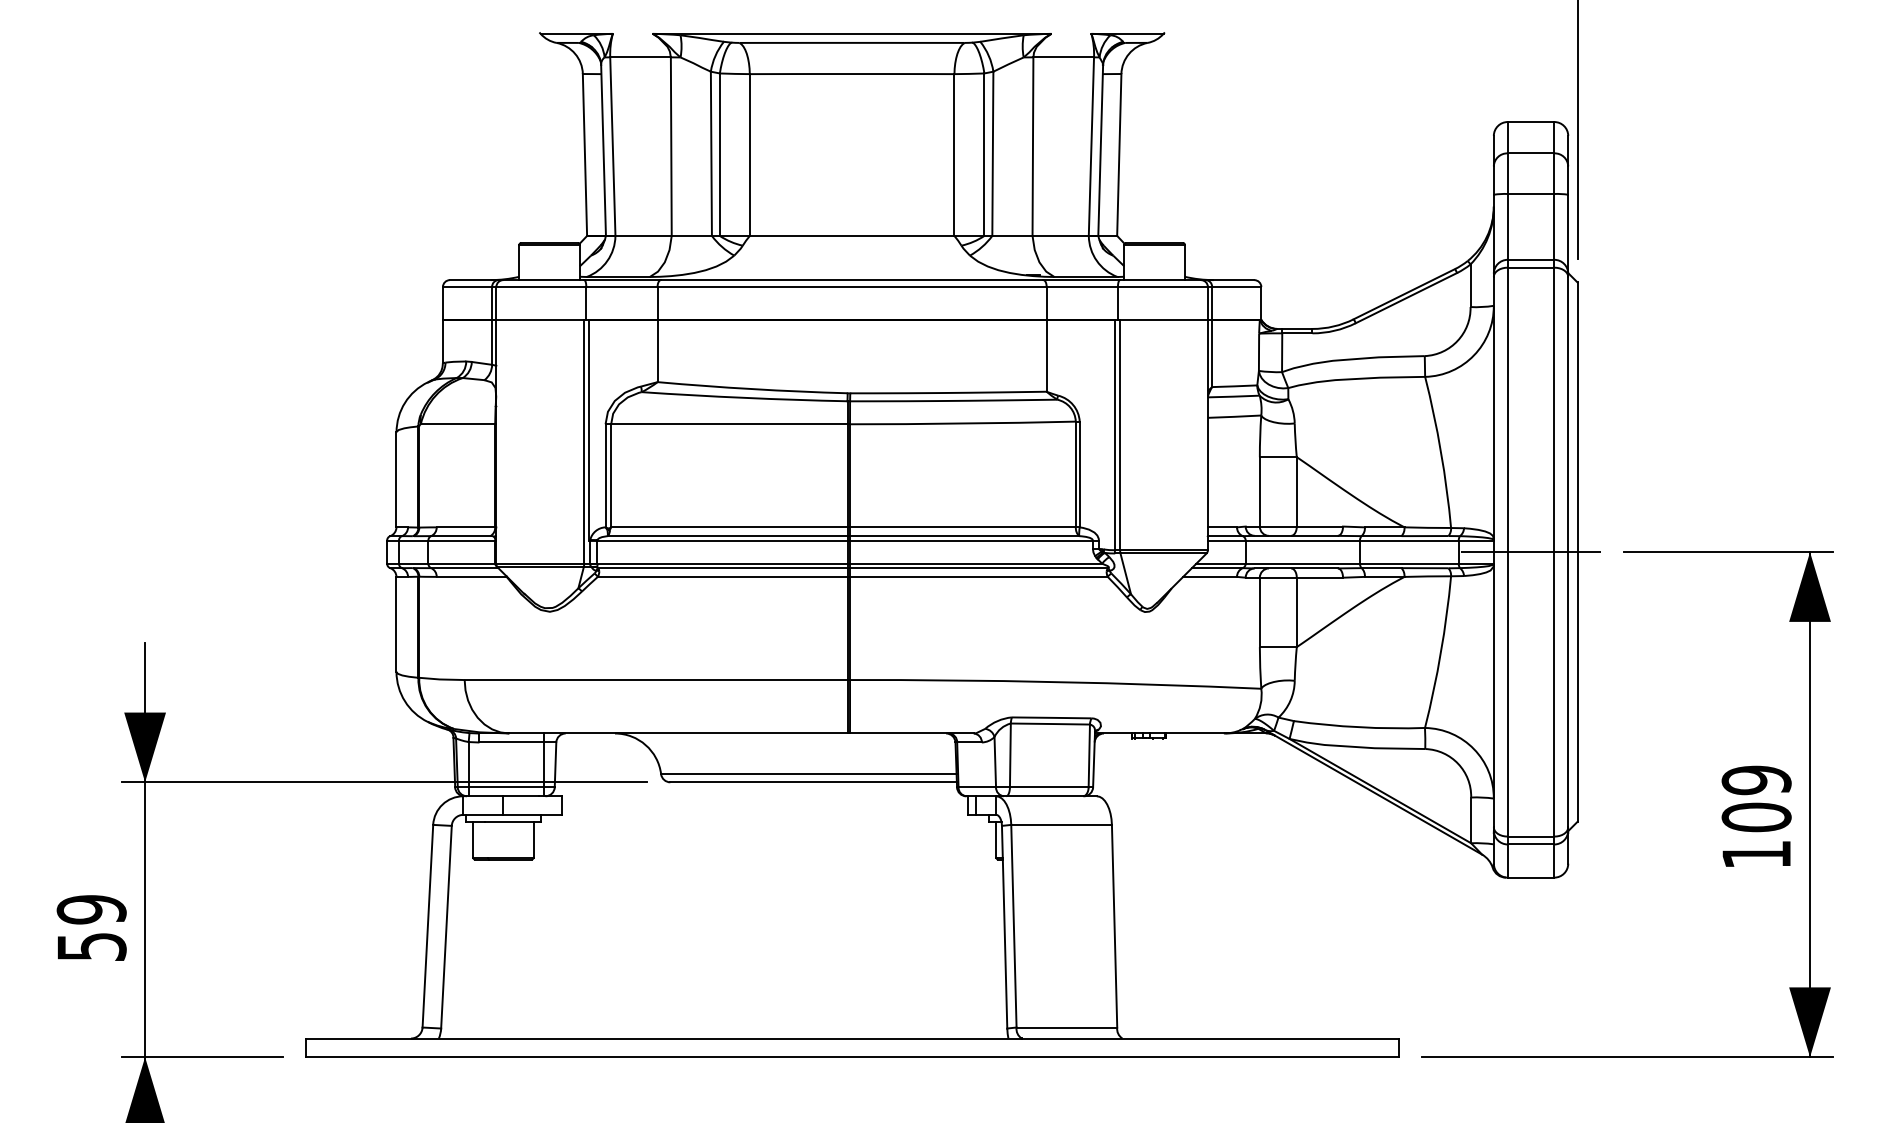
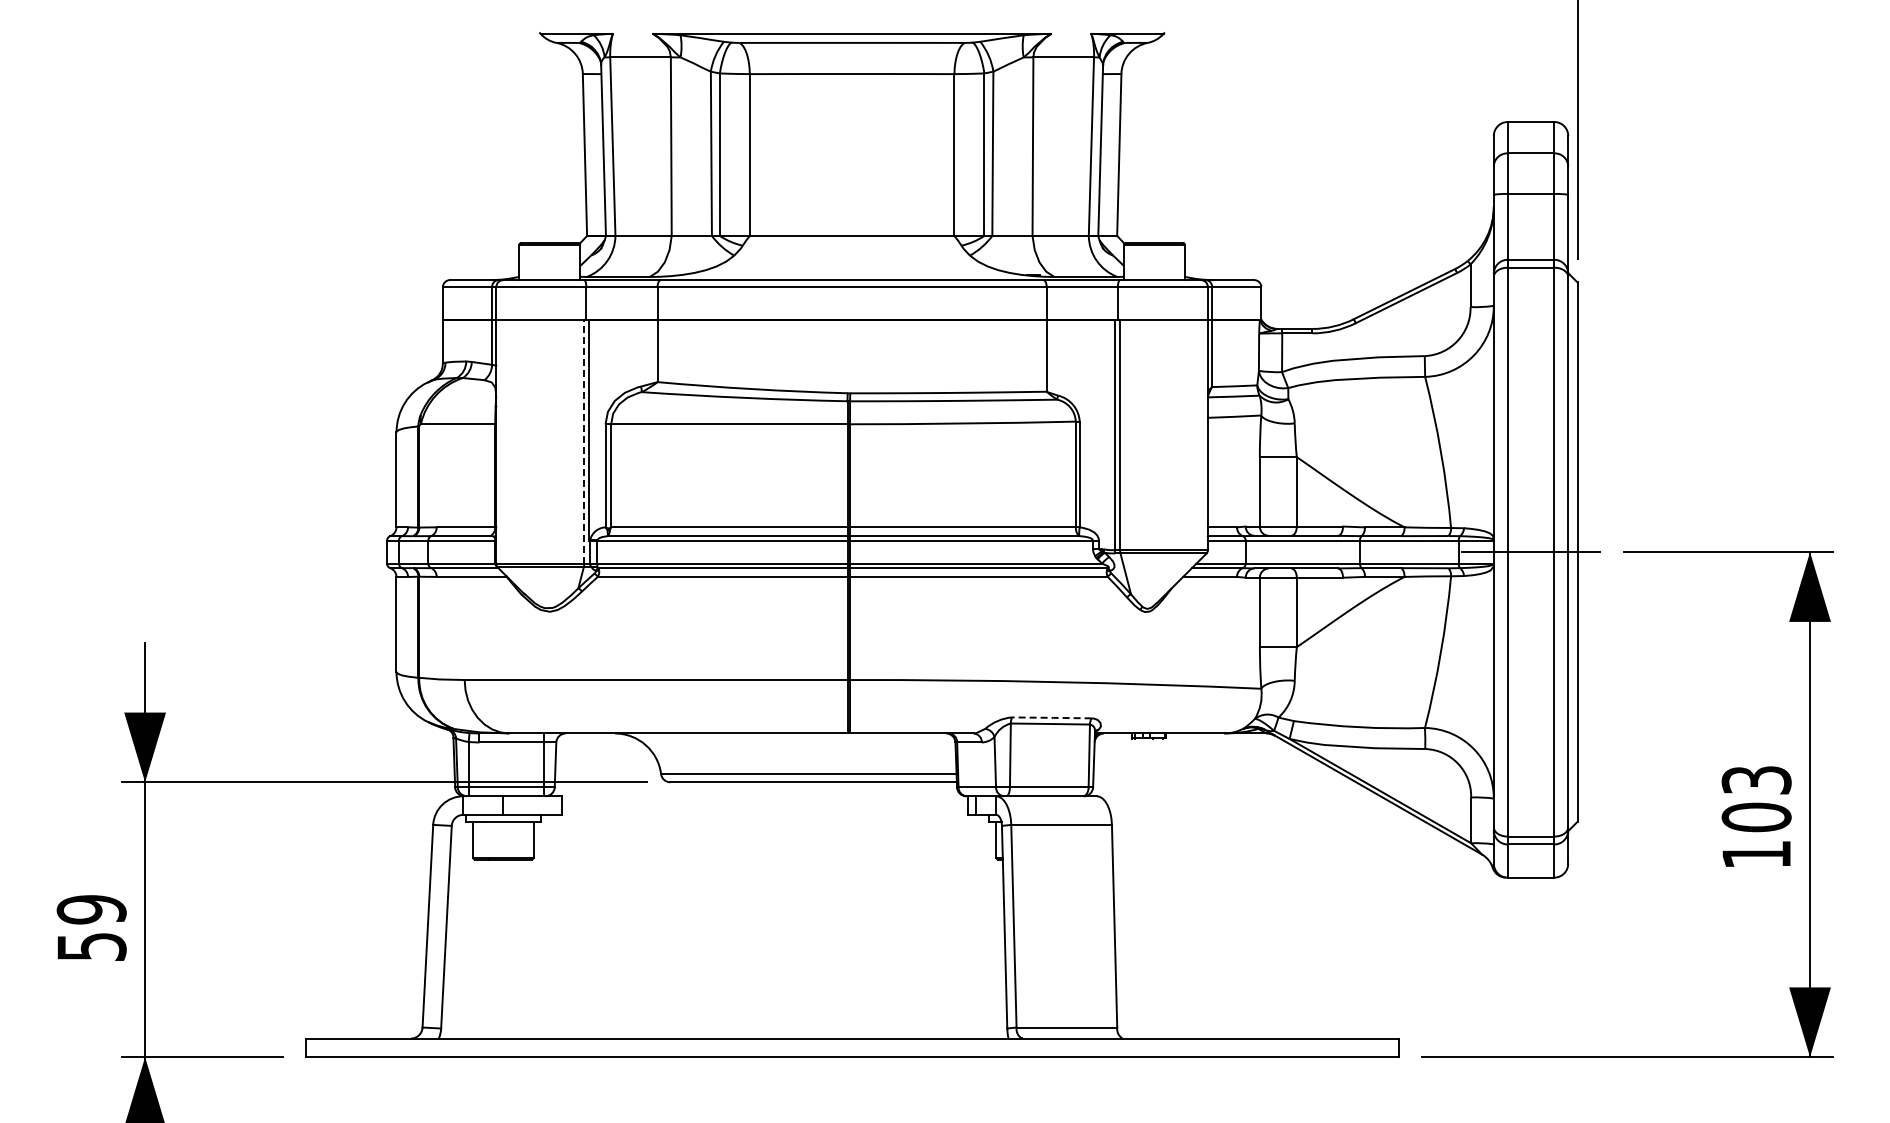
line at (584, 441): solid -> dashed
line at (1052, 717): solid -> dashed
text at (1756, 780): 109 -> 103
